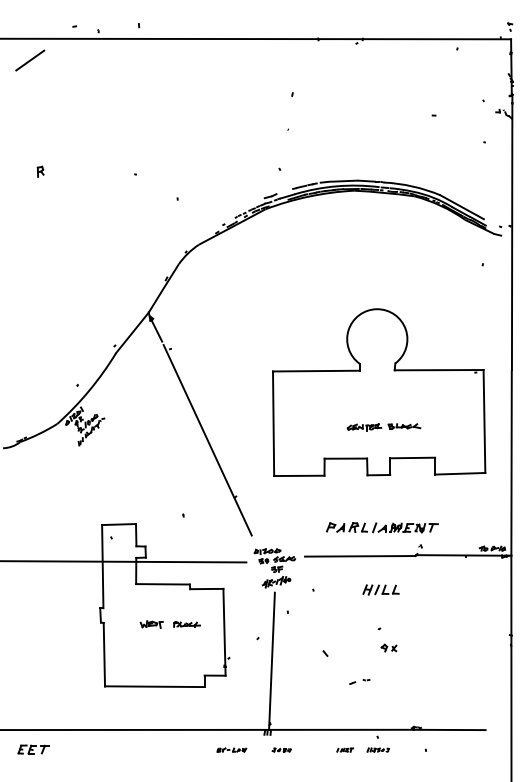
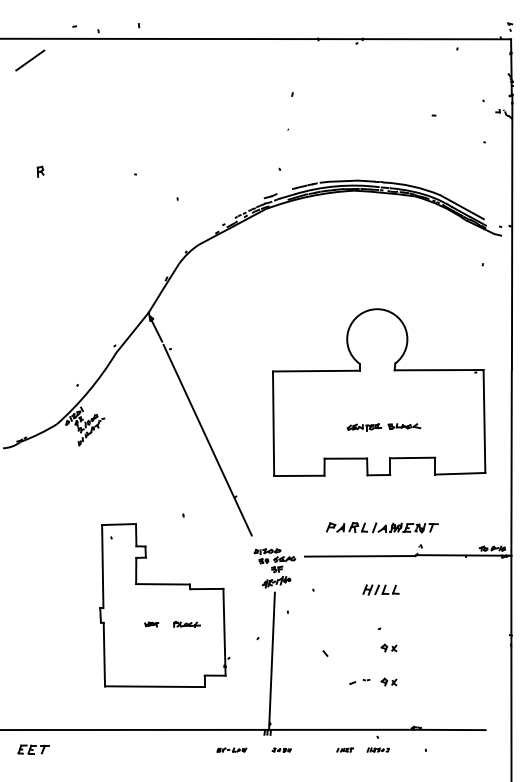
line at (124, 561): present -> none
part at (151, 624) size: 25x9 px -> 16x7 px
part at (388, 681): none -> present
